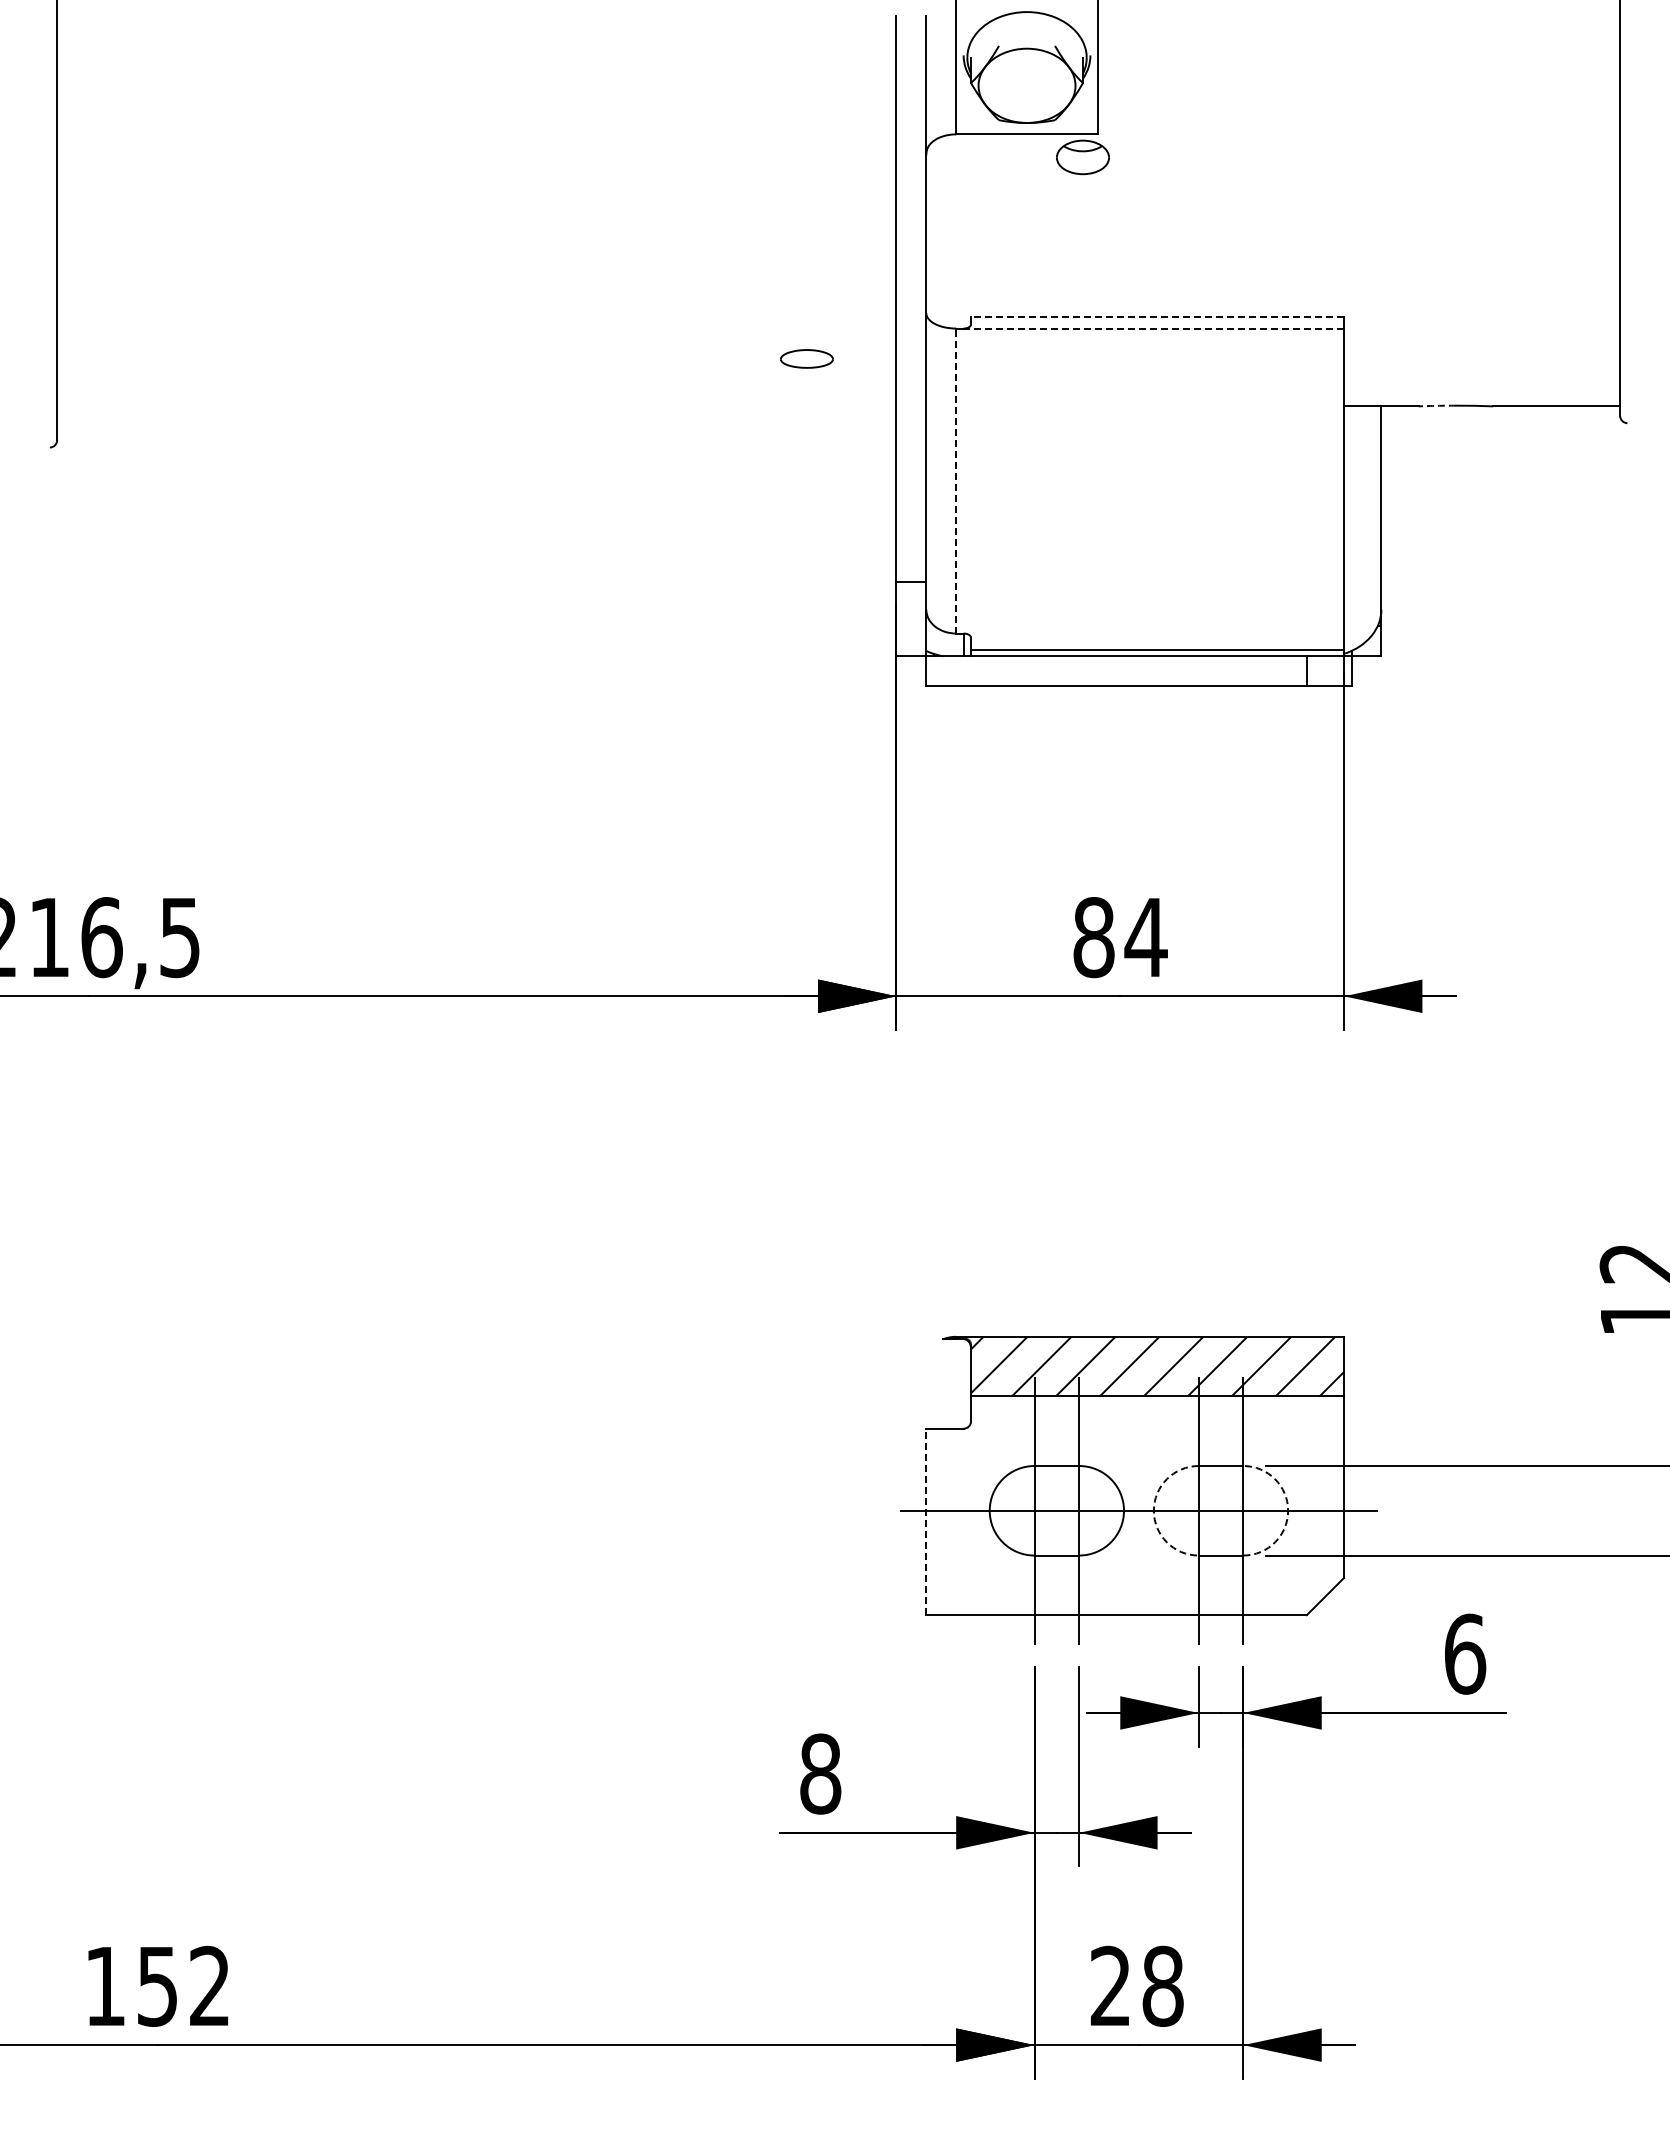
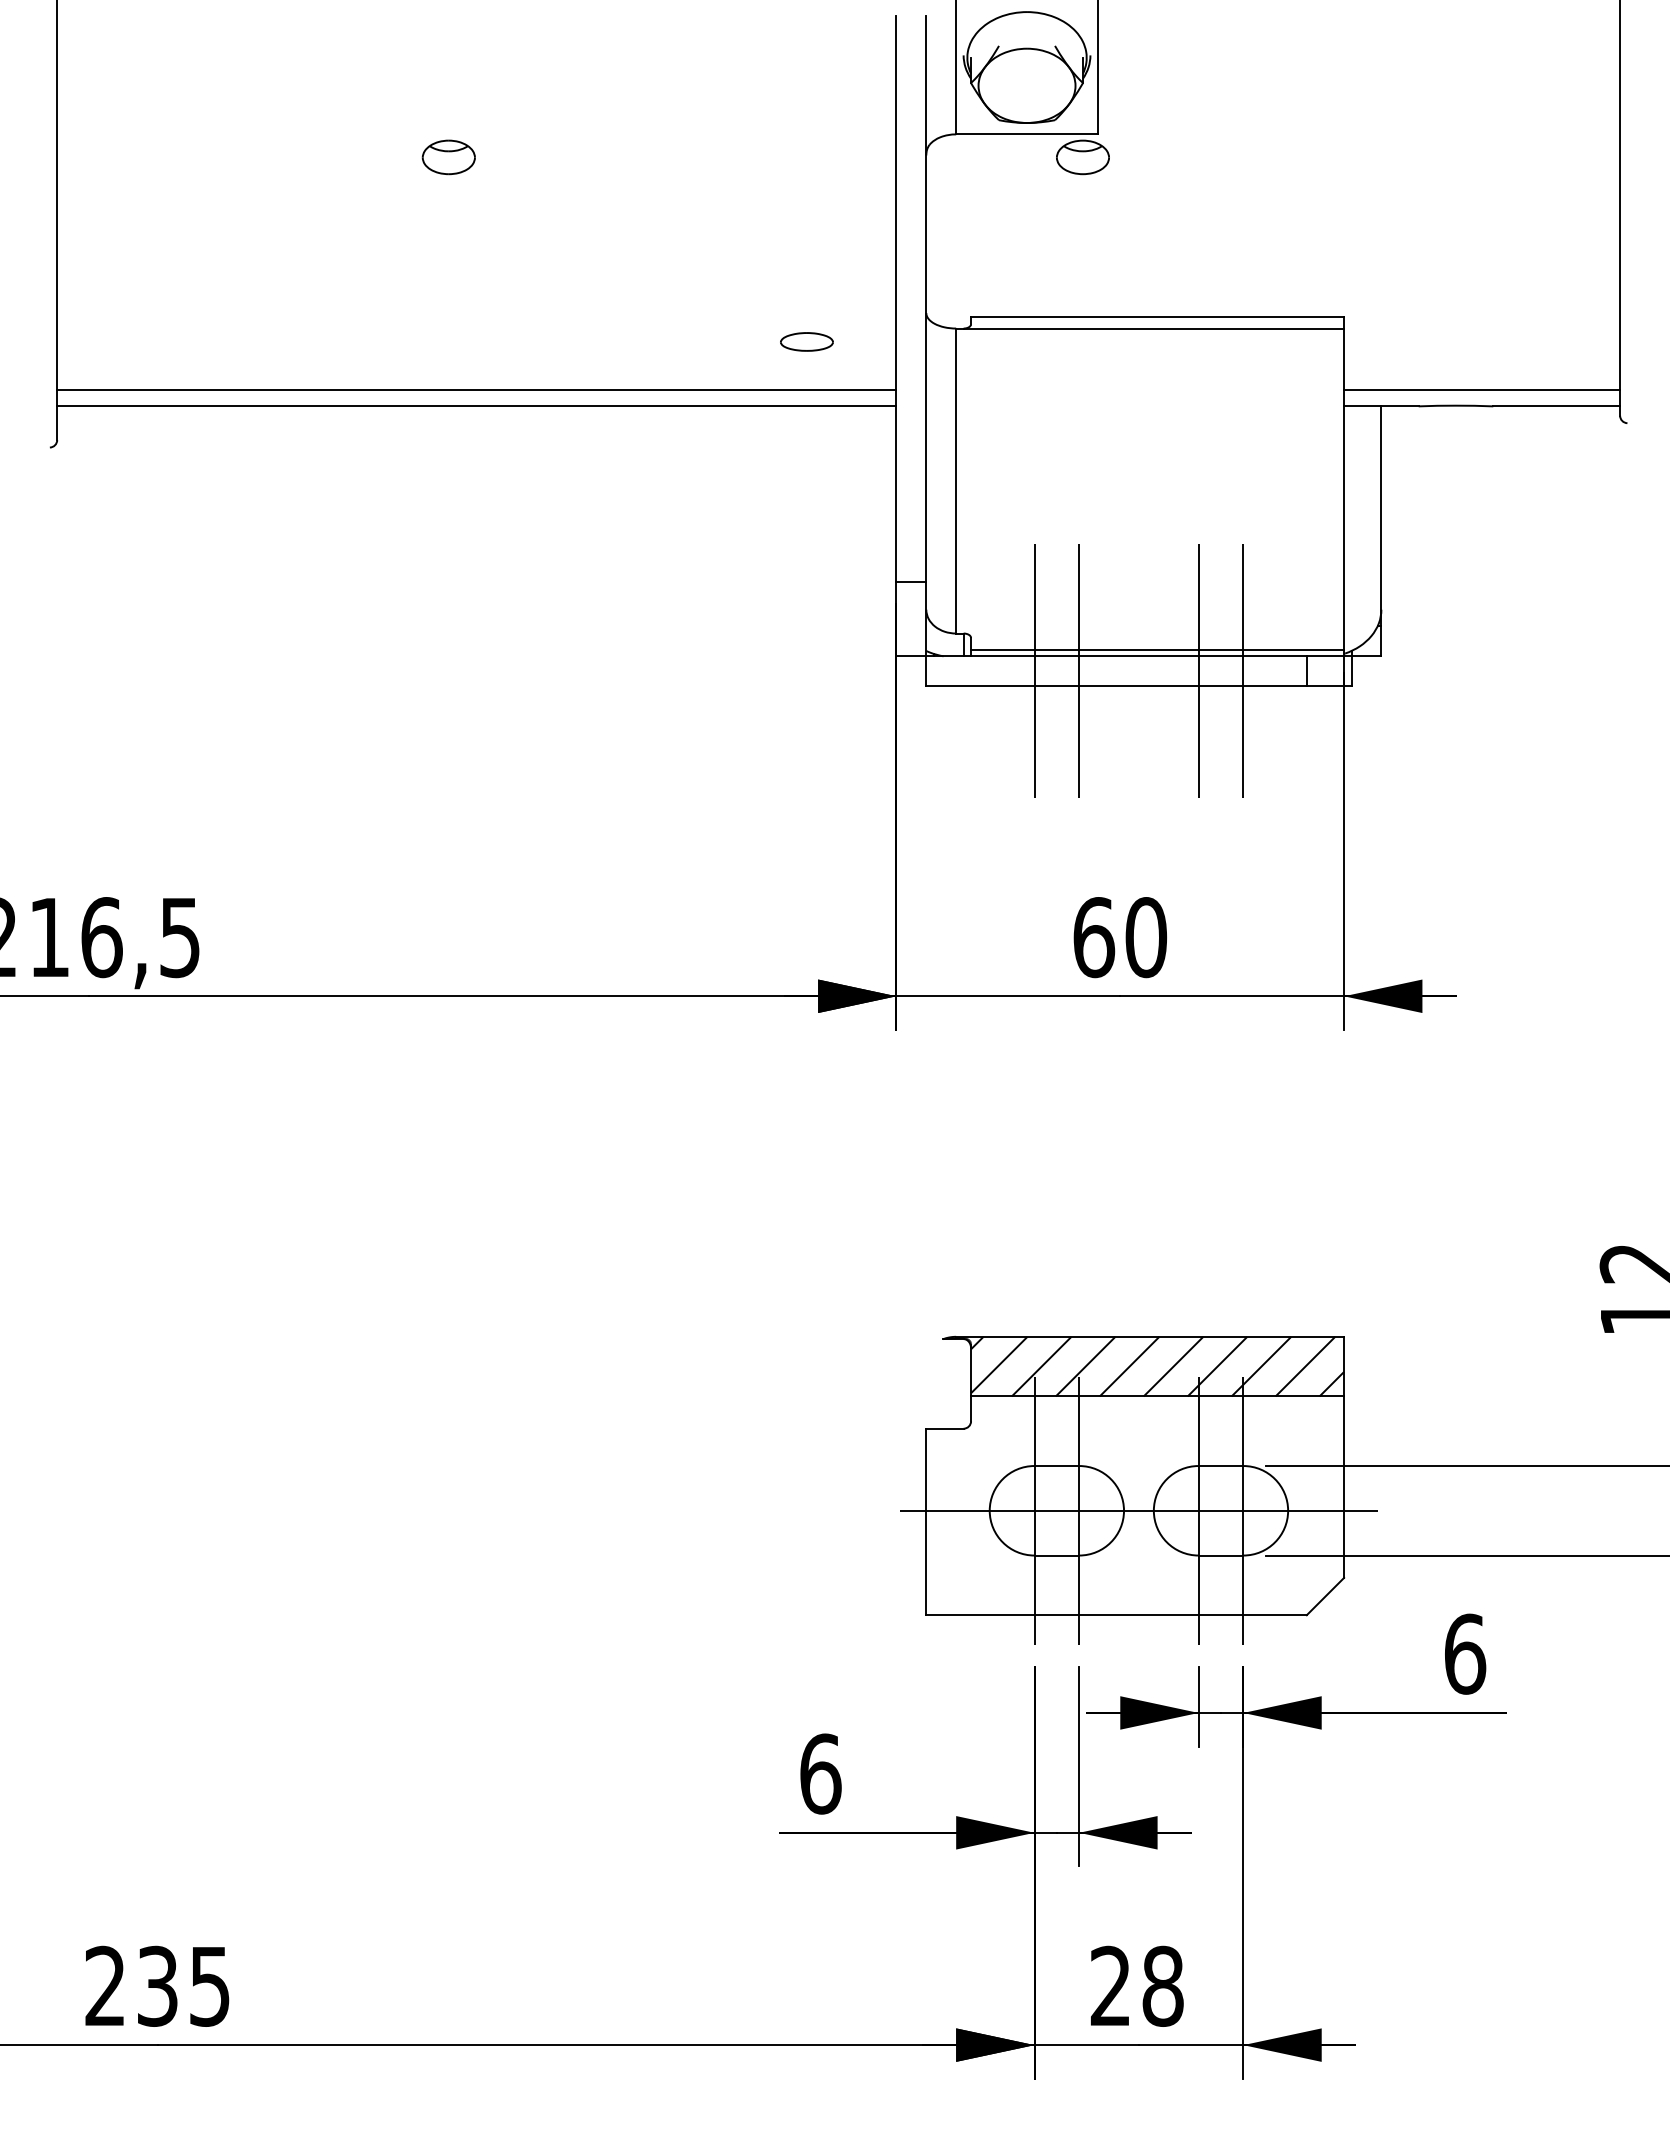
part at (448, 157): none -> present
line at (1157, 316): dashed -> solid
line at (1153, 328): dashed -> solid
part at (806, 358) position: (806, 358) -> (806, 341)
line at (476, 390): none -> present
line at (1482, 390): none -> present
arc at (1437, 405): dashed -> solid
line at (476, 406): none -> present
line at (956, 480): dashed -> solid
line at (1034, 671): none -> present
line at (1079, 671): none -> present
line at (1198, 671): none -> present
line at (1243, 671): none -> present
text at (1120, 937): 84 -> 60
arc at (1153, 1510): dashed -> solid
arc at (1288, 1510): dashed -> solid
line at (926, 1521): dashed -> solid
text at (820, 1773): 8 -> 6
text at (157, 1985): 152 -> 235
